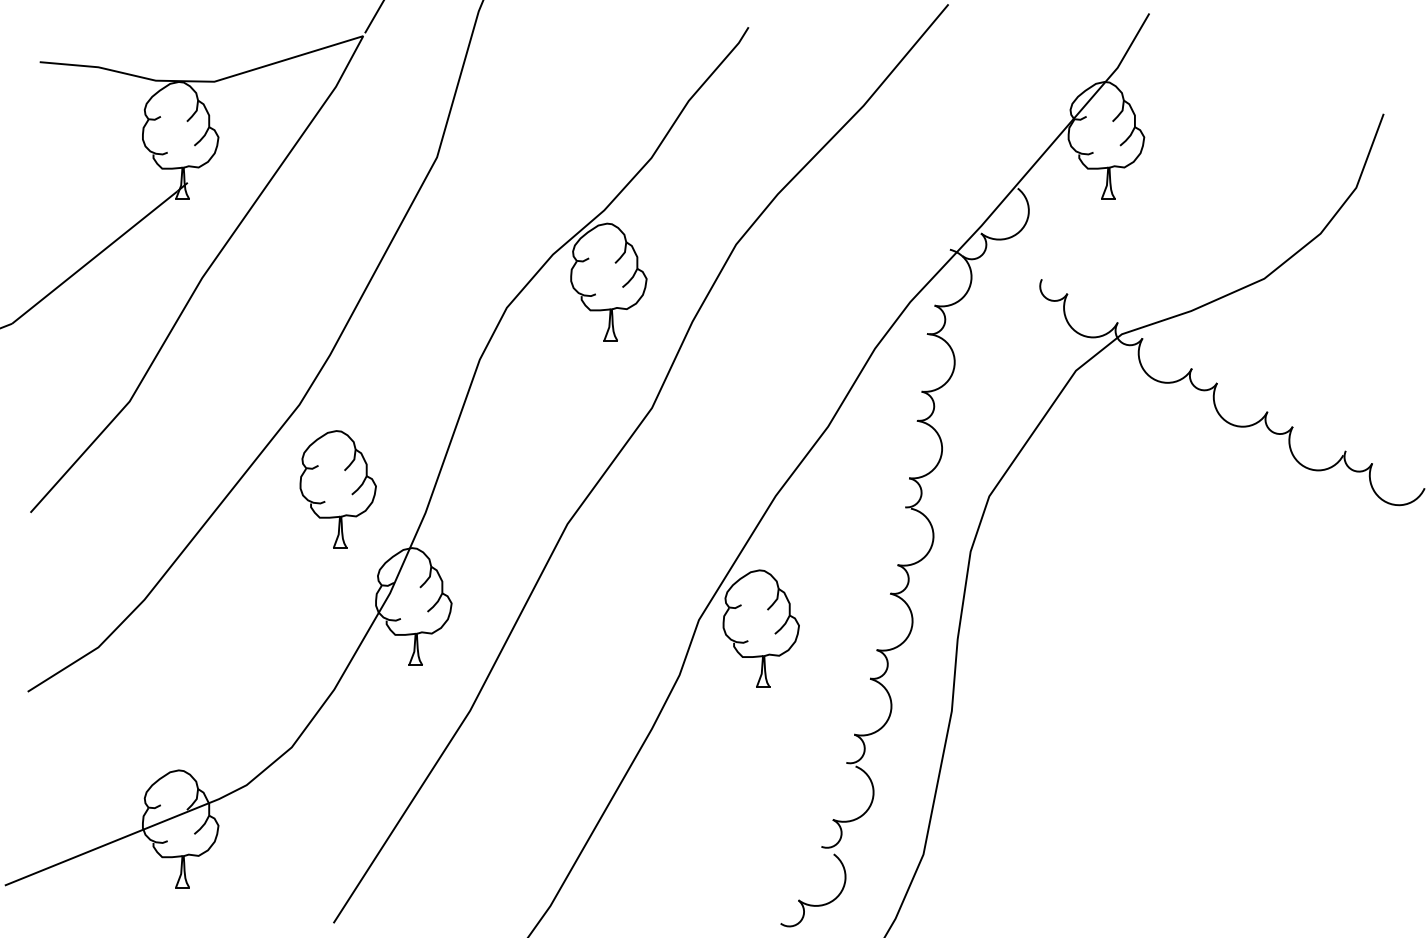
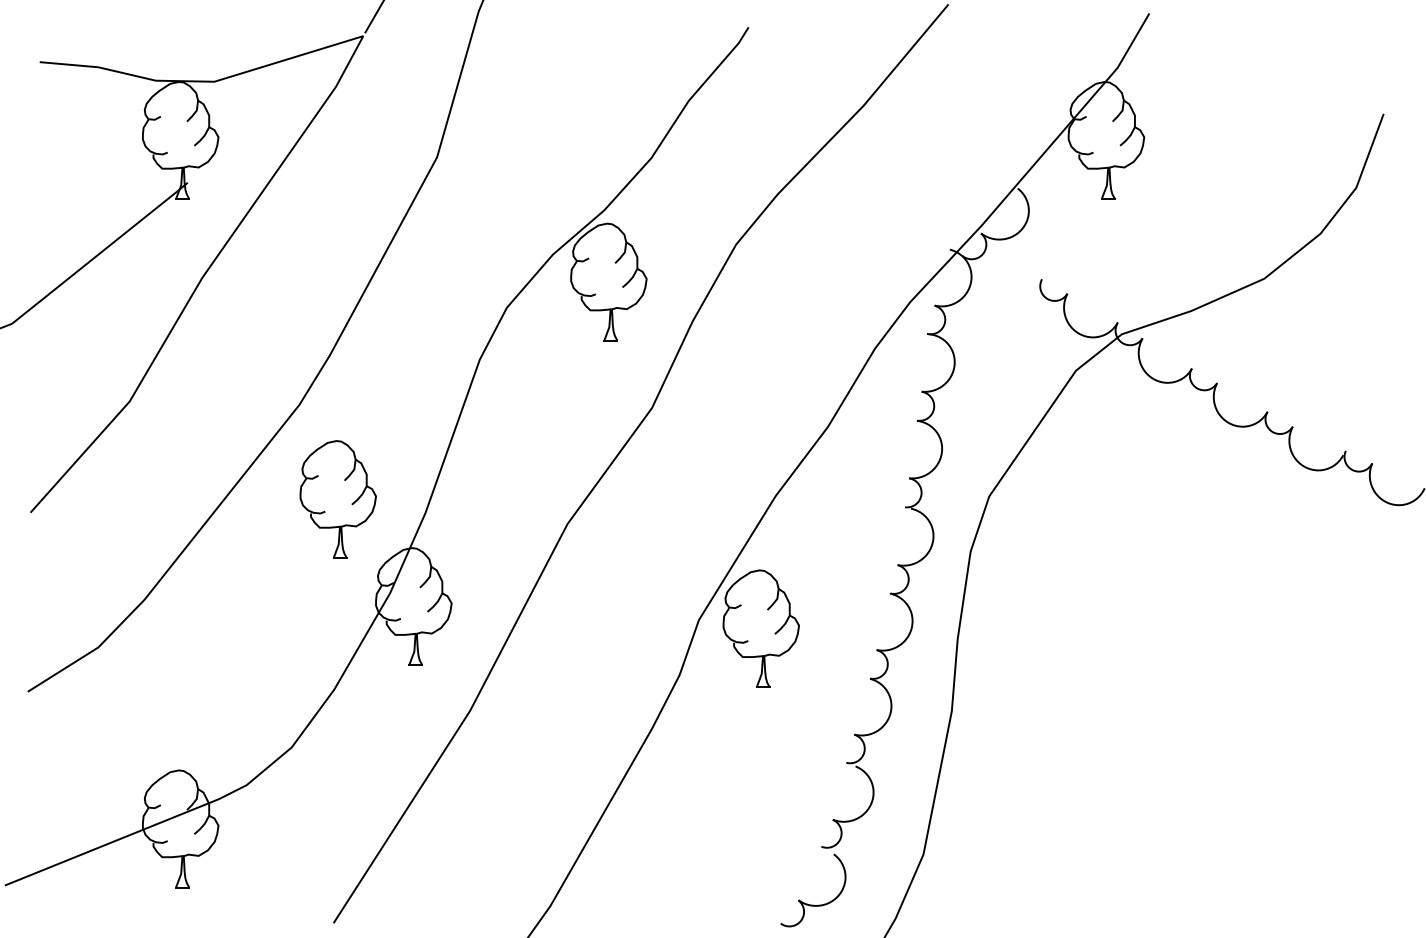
part at (337, 489) position: (337, 489) -> (337, 499)
